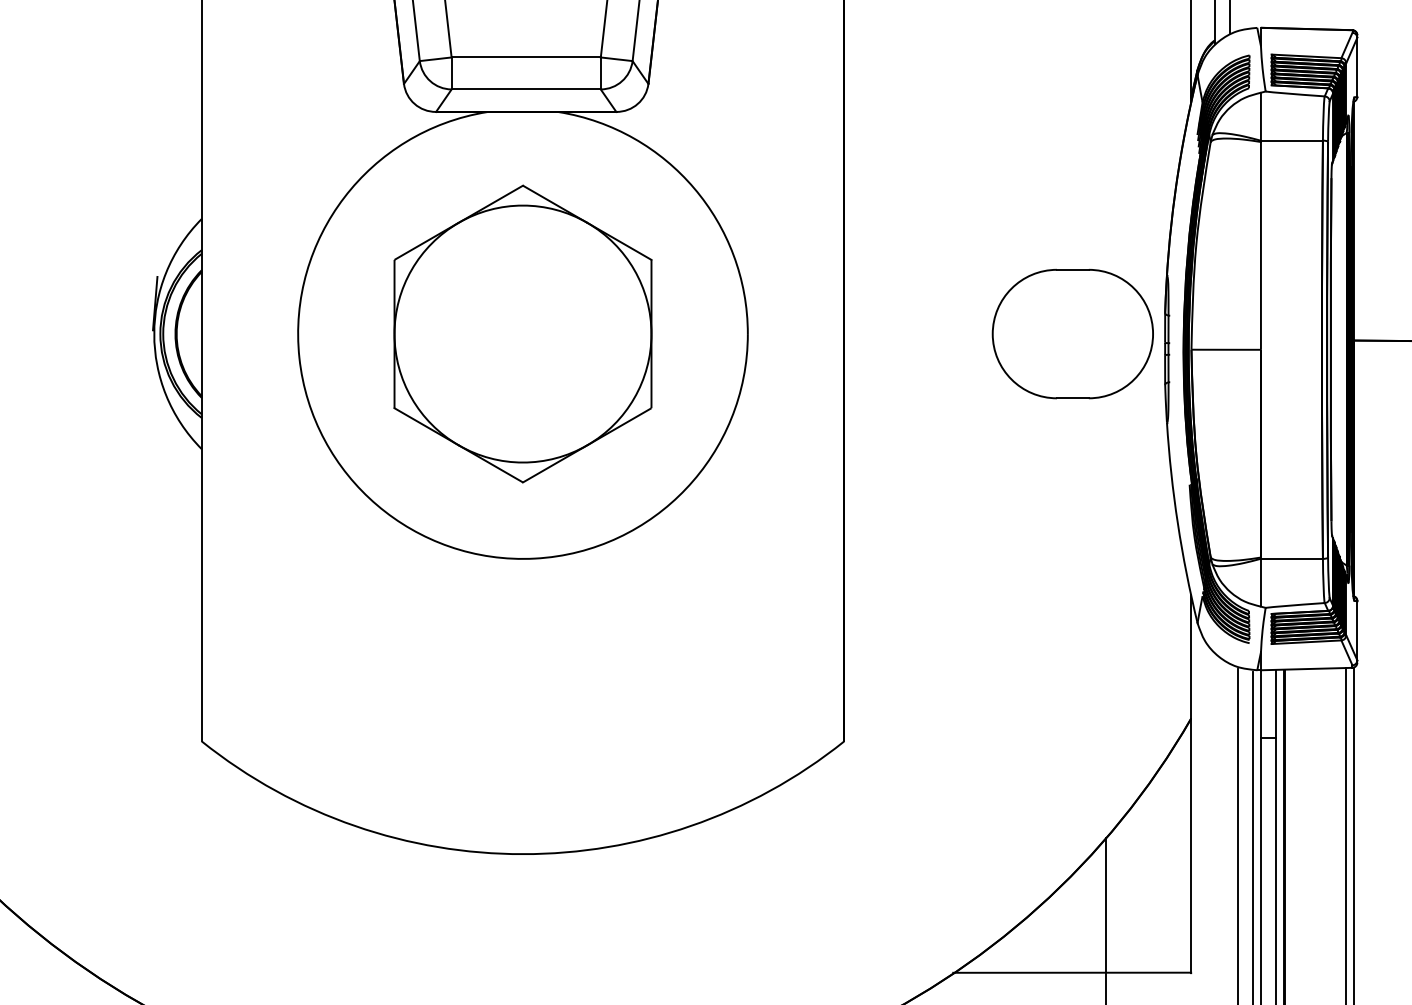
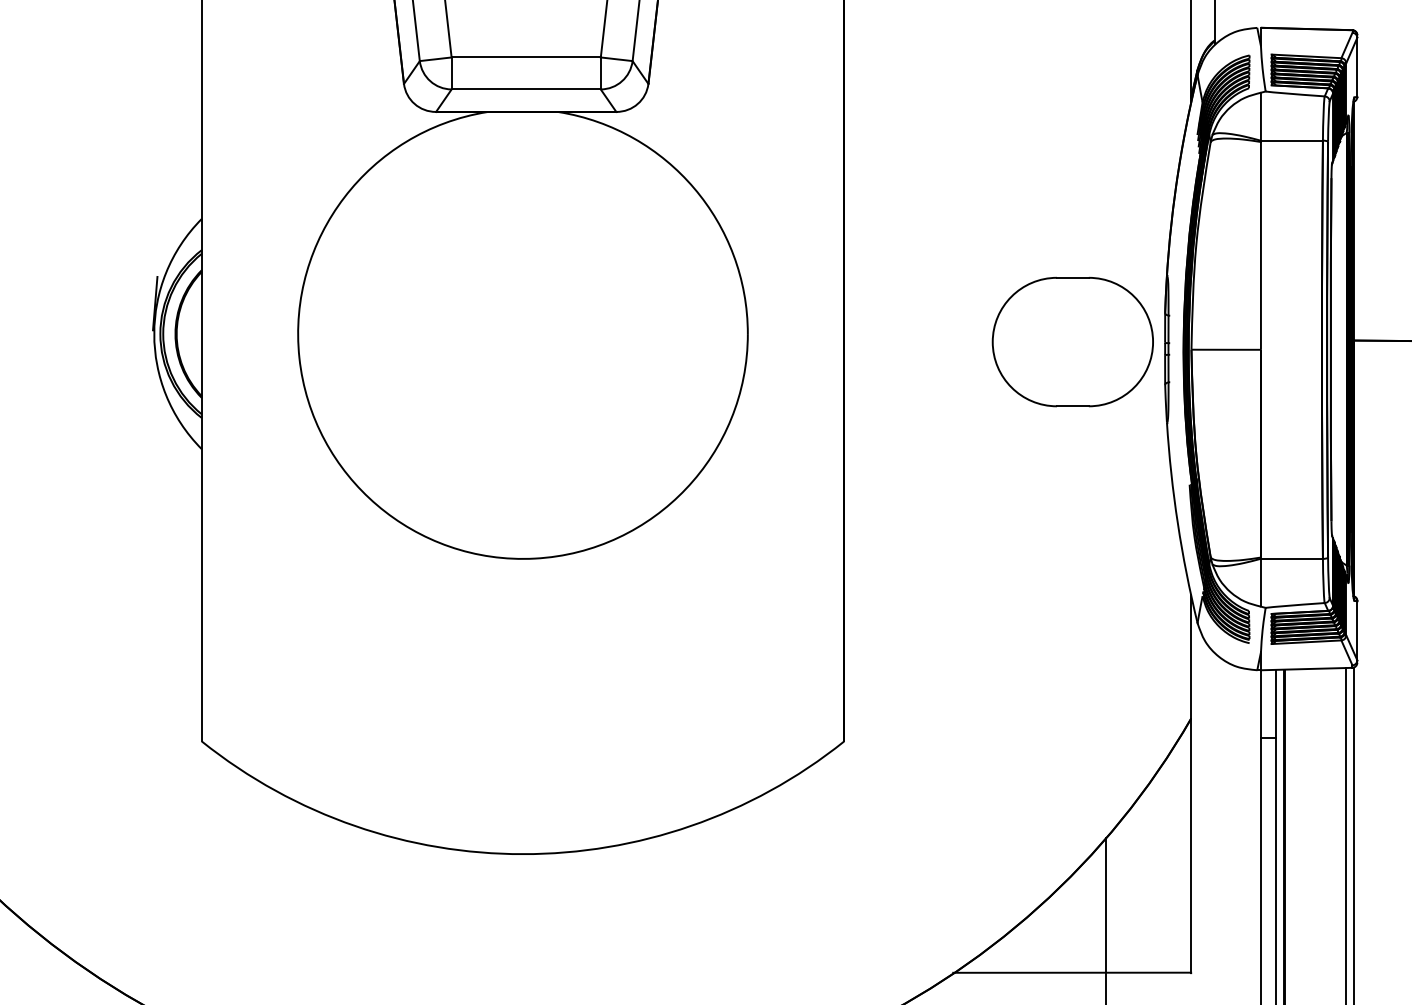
line at (1230, 17): present -> none
part at (522, 333): present -> none
part at (1072, 333) position: (1072, 333) -> (1072, 341)
line at (1237, 834): present -> none
line at (1253, 836): present -> none
